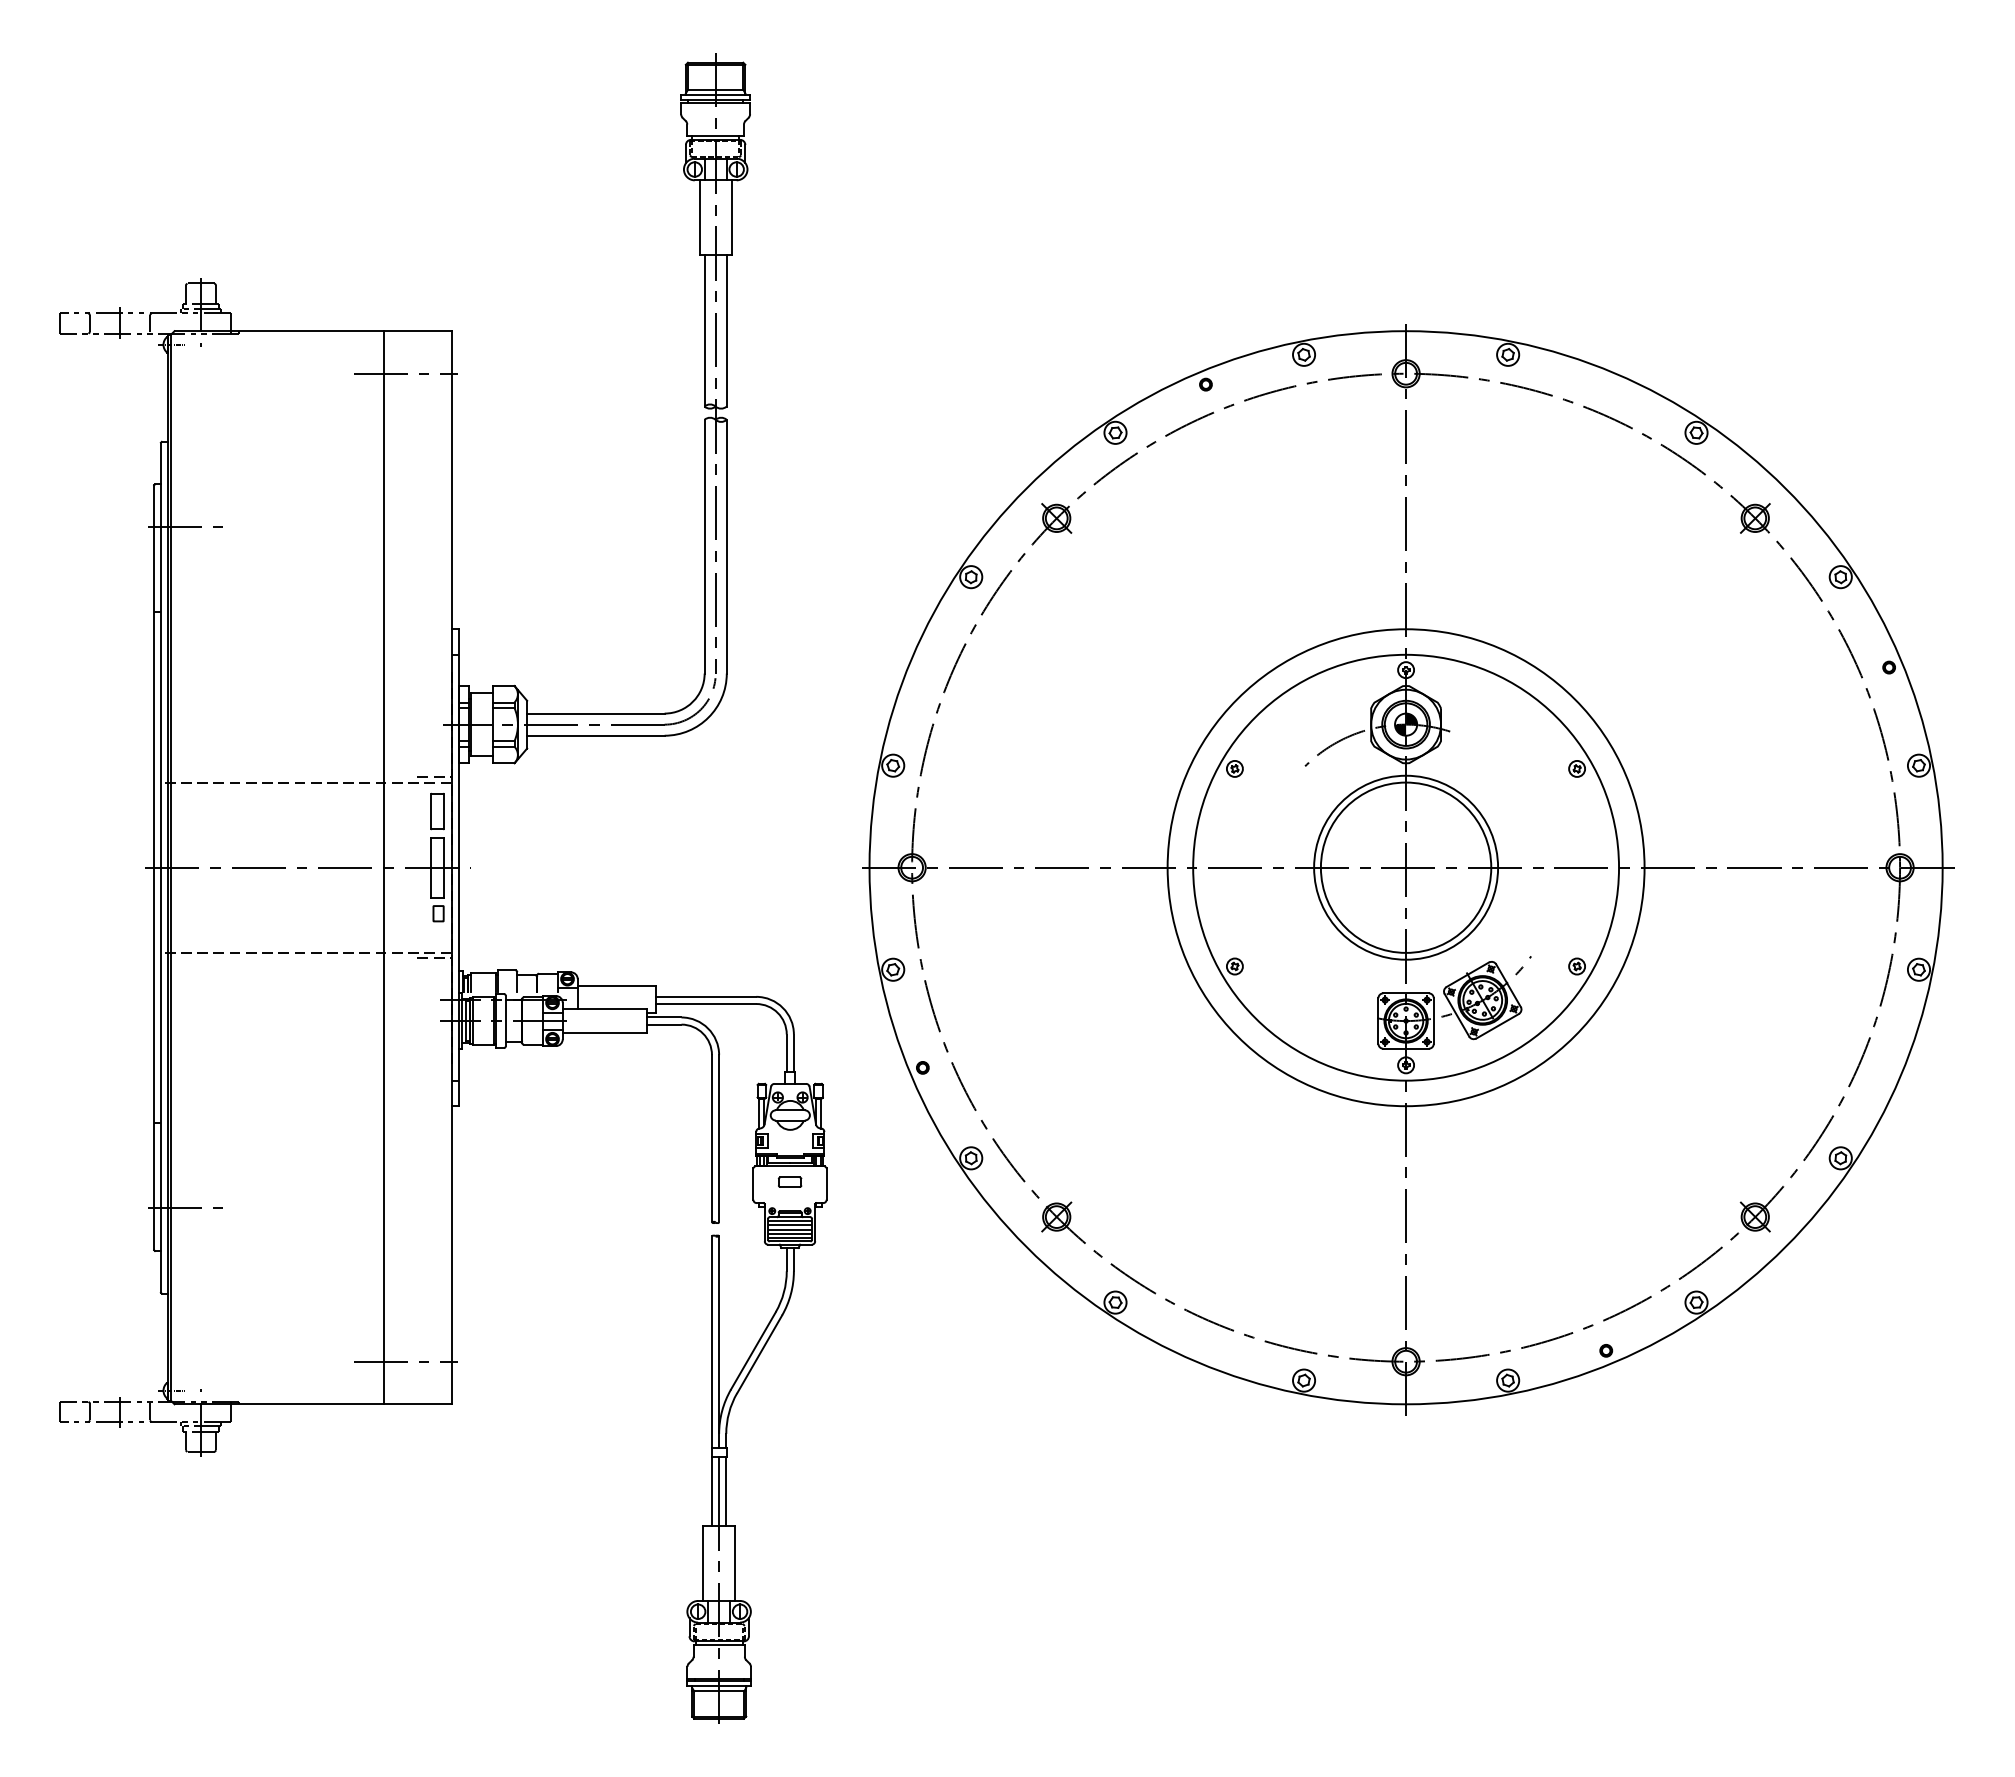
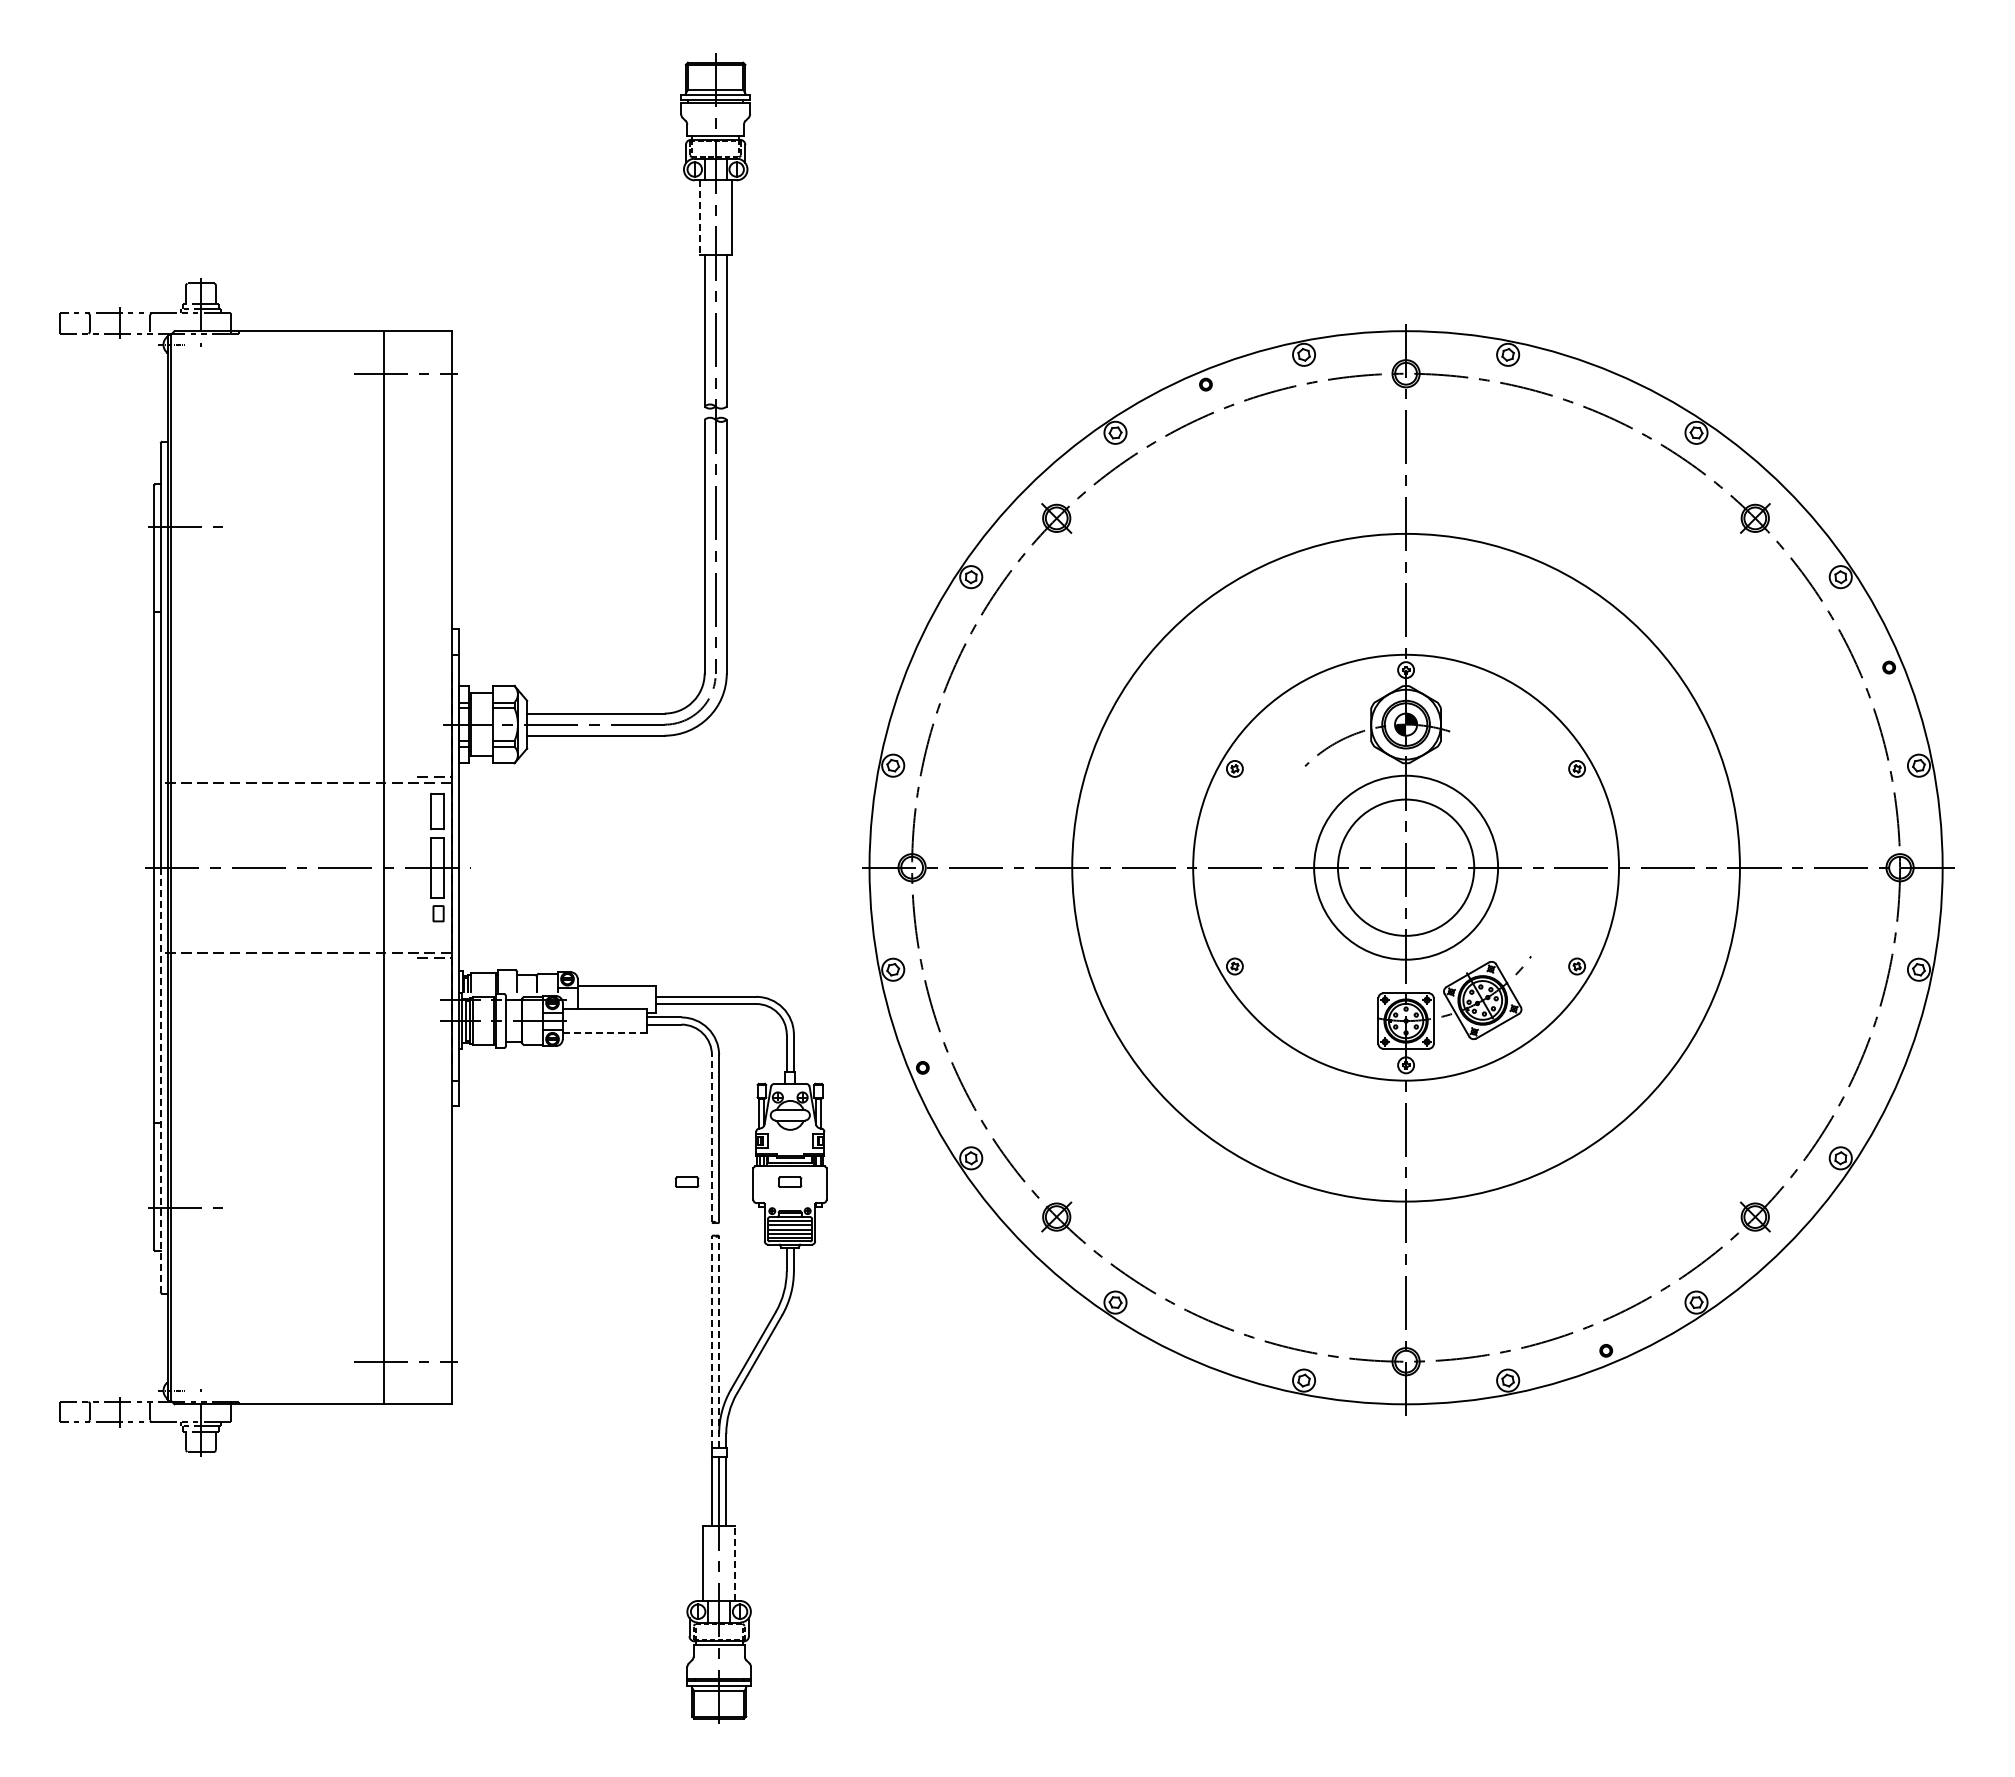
line at (699, 218): solid -> dashed
circle at (1405, 867) diameter: 170 px -> 136 px
circle at (1405, 867) diameter: 477 px -> 668 px
line at (604, 1032): solid -> dashed
line at (160, 1079): solid -> dashed
line at (711, 1138): solid -> dashed
part at (686, 1181): none -> present
line at (711, 1341): solid -> dashed
line at (719, 1341): solid -> dashed
line at (735, 1563): solid -> dashed
